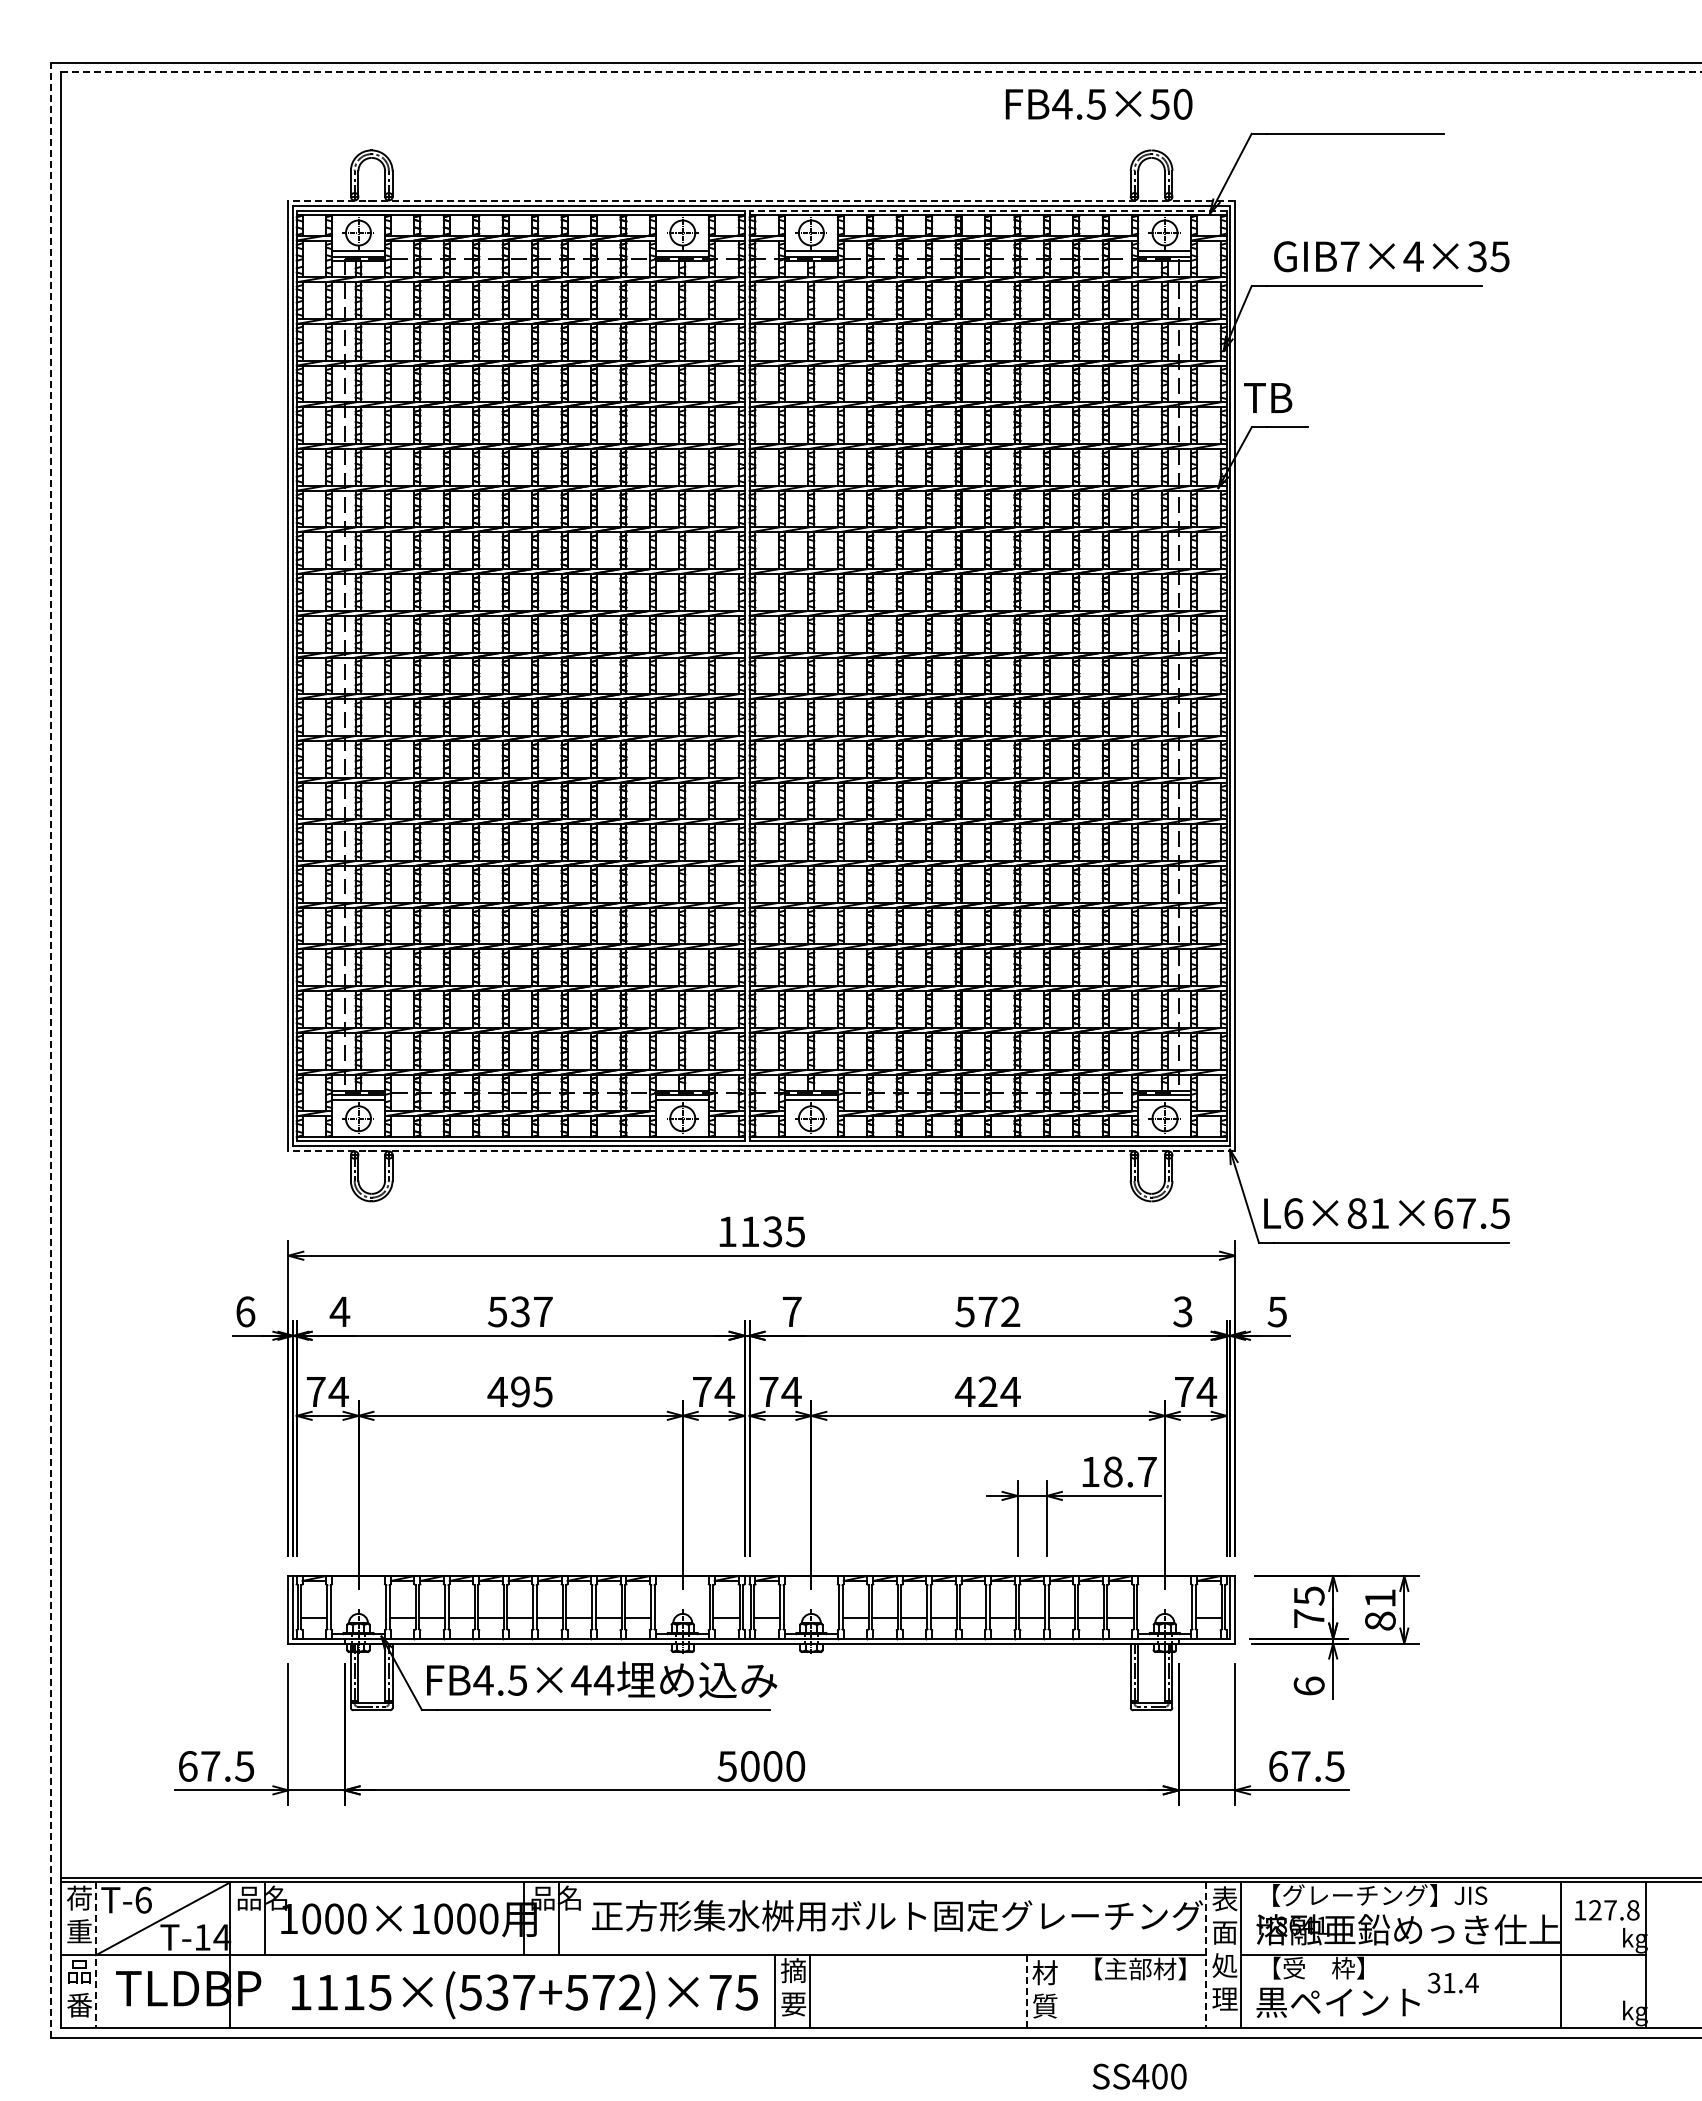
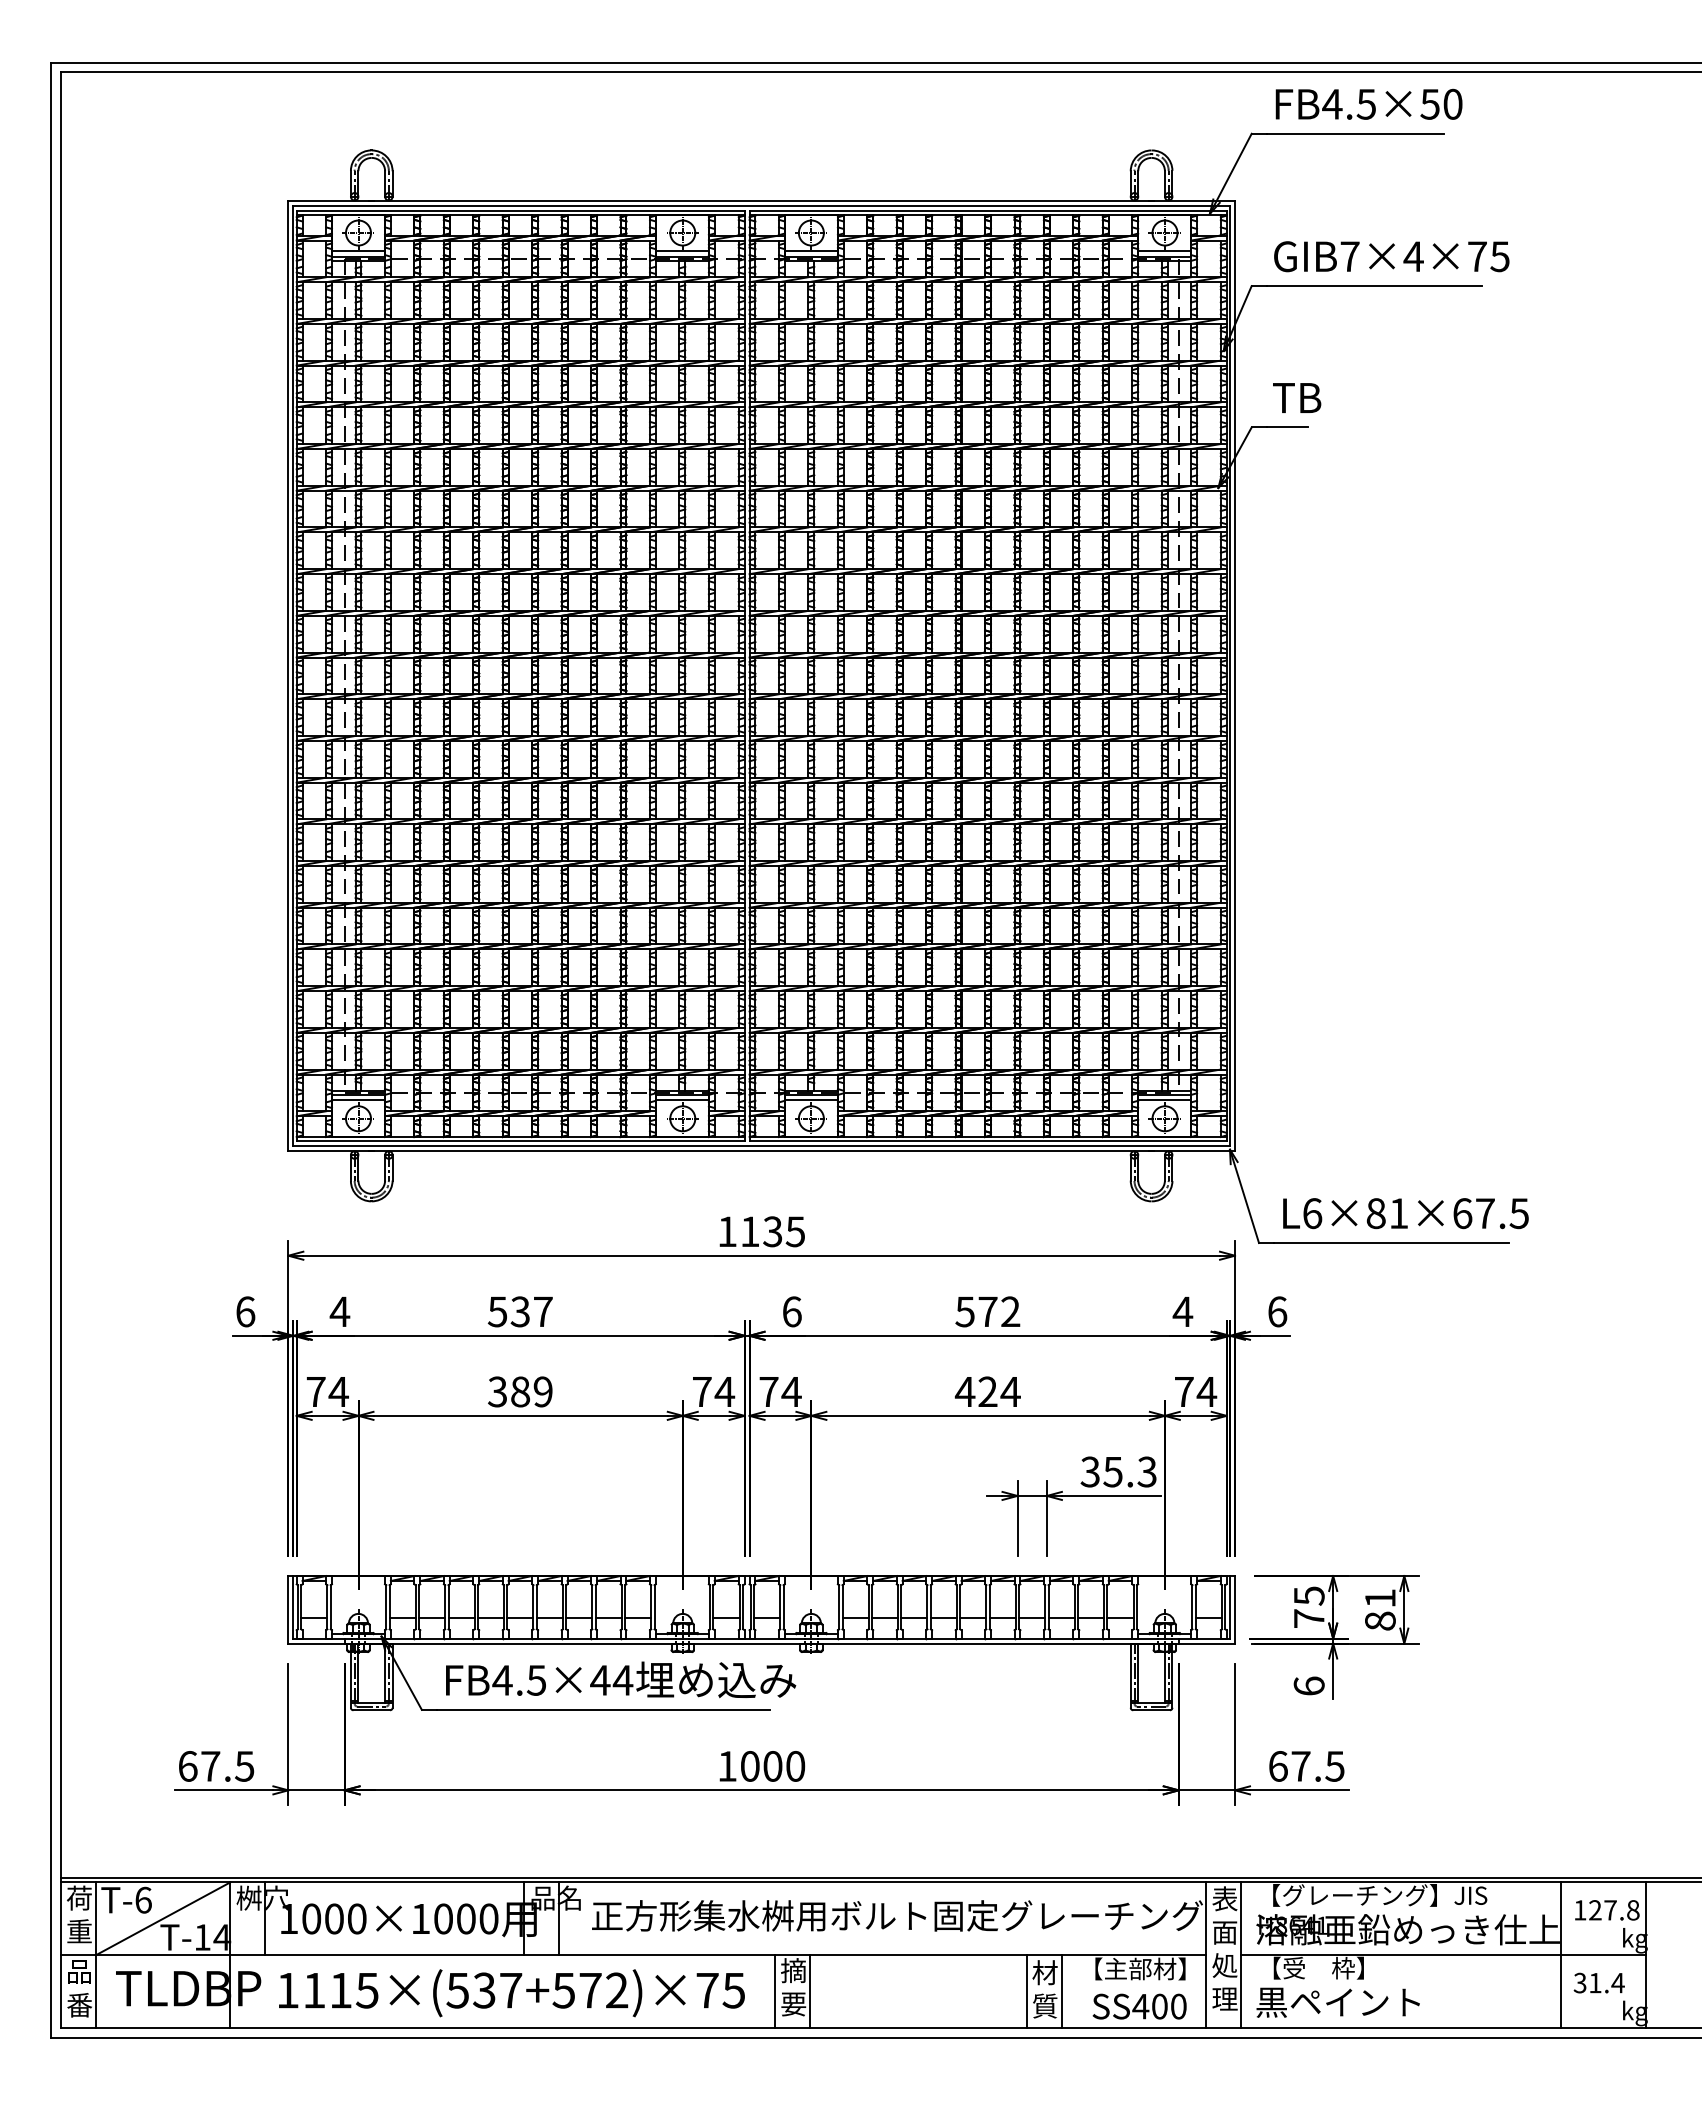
line at (881, 72): dashed -> solid
text at (1098, 103) position: (1098, 103) -> (1368, 103)
line at (761, 200): dashed -> solid
line at (988, 210): dashed -> solid
text at (1476, 256): GIB7×4×35 -> GIB7×4×75
text at (1268, 397) position: (1268, 397) -> (1297, 397)
line at (50, 1050): dashed -> solid
line at (761, 1151): dashed -> solid
text at (1386, 1213) position: (1386, 1213) -> (1405, 1213)
text at (791, 1311): 7 -> 6
text at (1182, 1311): 3 -> 4
text at (1277, 1311): 5 -> 6
text at (519, 1391): 495 -> 389
text at (1118, 1471): 18.7 -> 35.3
text at (602, 1679) position: (602, 1679) -> (621, 1679)
text at (726, 1766): 5000 -> 1000
text at (261, 1897): 品名 -> 桝穴
line at (96, 1955): dashed -> solid
line at (1205, 1955): dashed -> solid
text at (1452, 1982) position: (1452, 1982) -> (1598, 1982)
line at (1061, 1991): none -> present
line at (1026, 1992): dashed -> solid
text at (524, 1995) position: (524, 1995) -> (511, 1993)
text at (1139, 2076) position: (1139, 2076) -> (1139, 2006)
